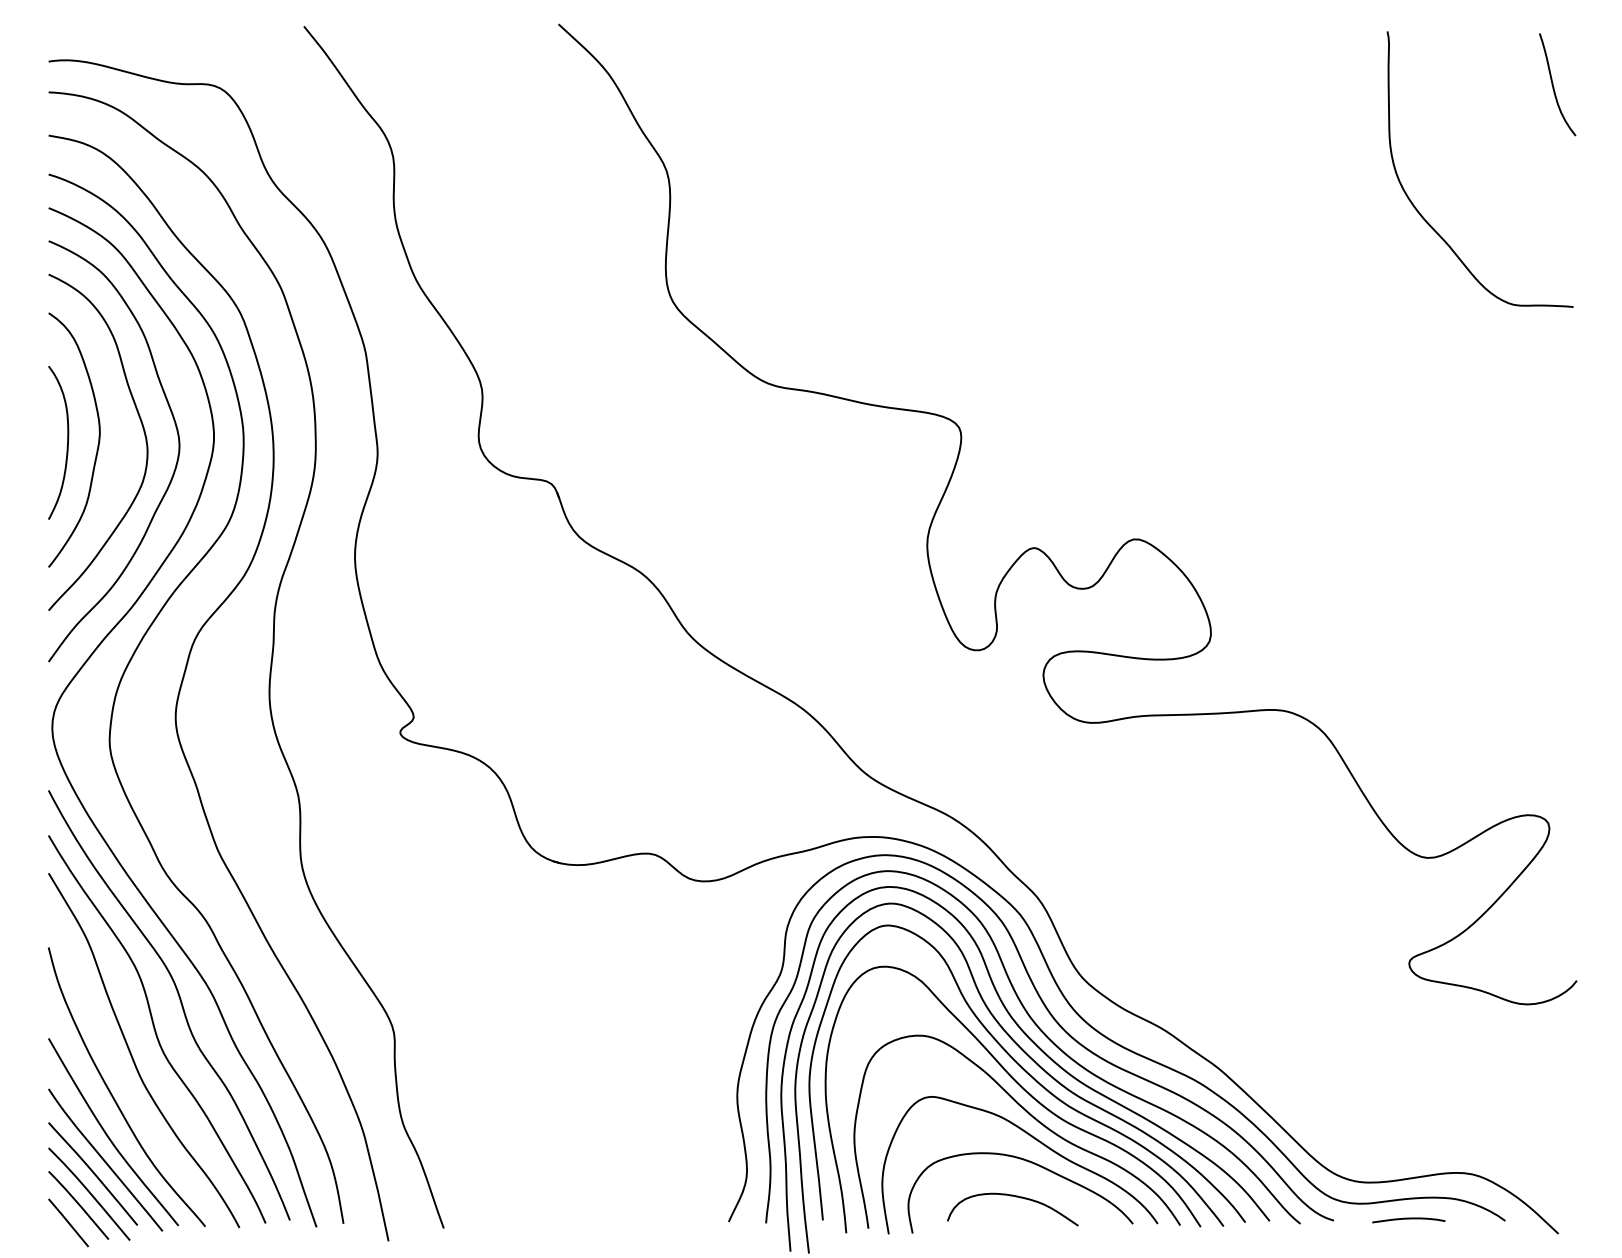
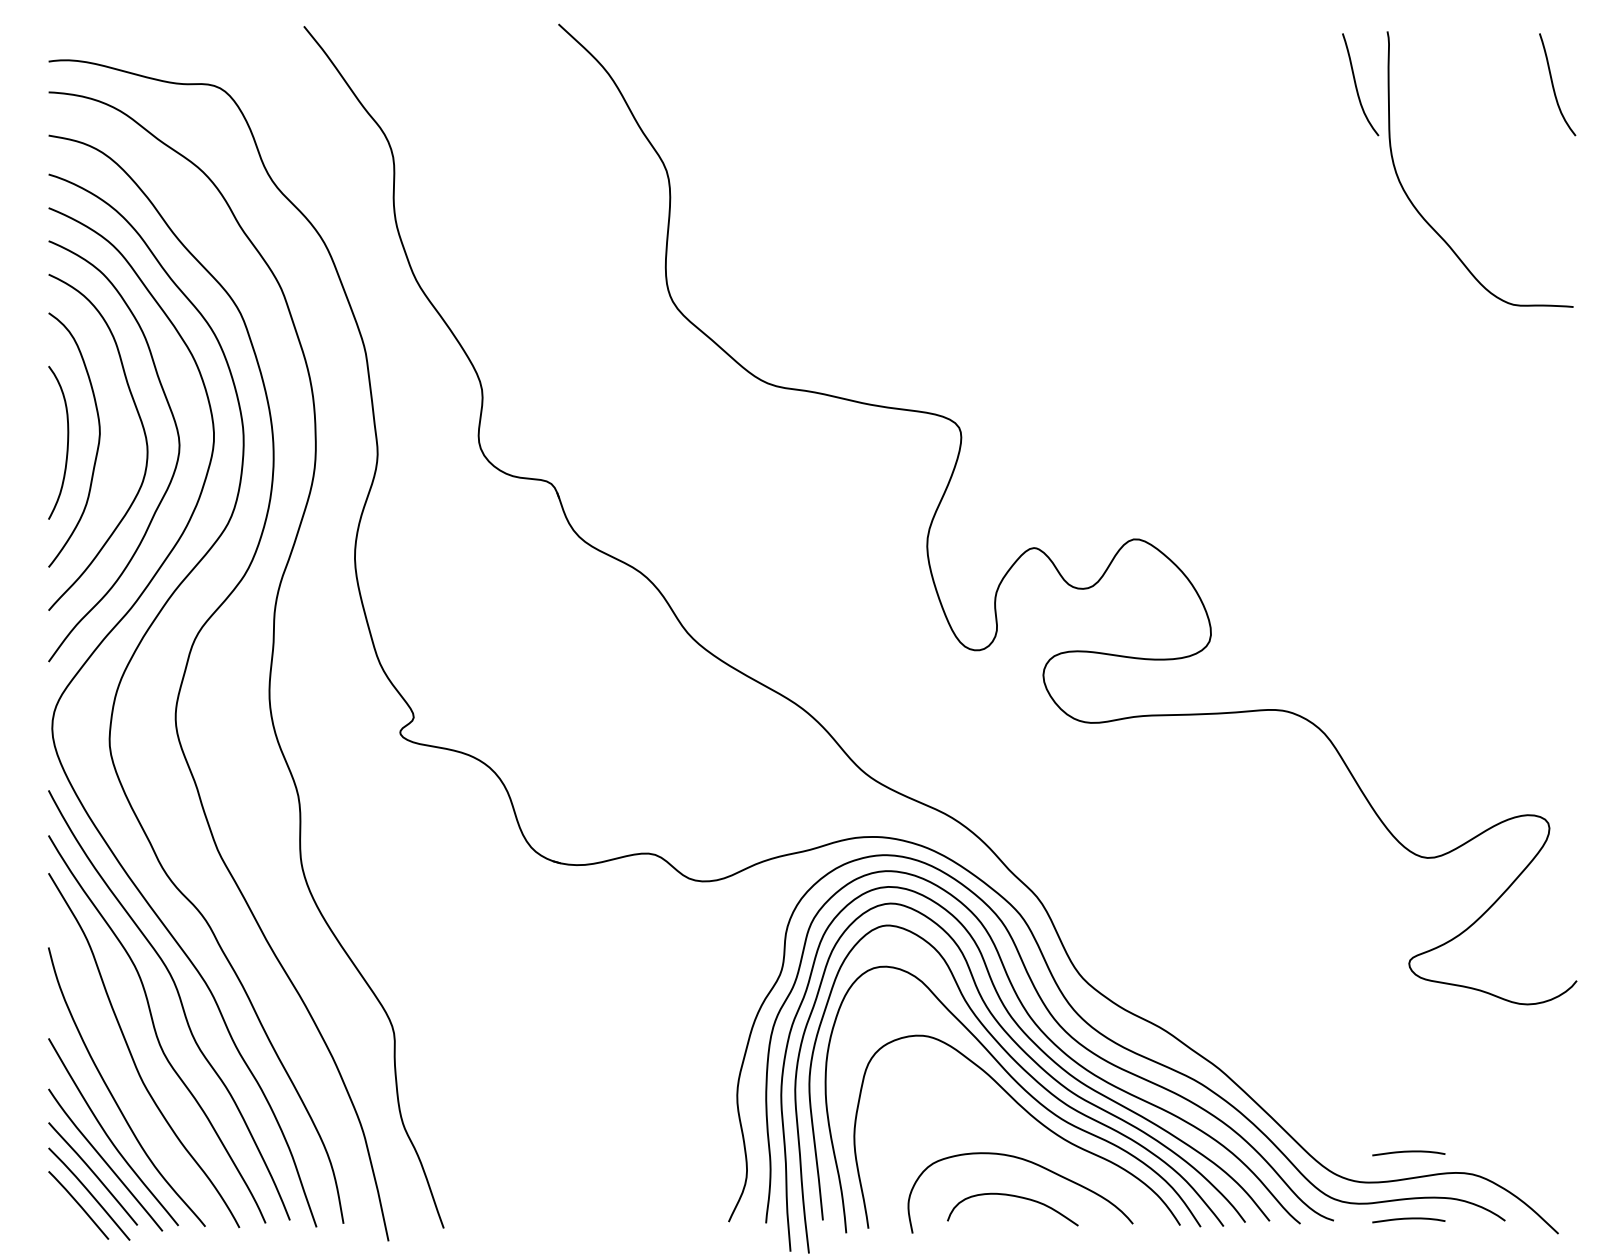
curve at (1356, 84): none -> present
curve at (1037, 1141): present -> none
curve at (1408, 1152): none -> present
line at (68, 1222): present -> none
